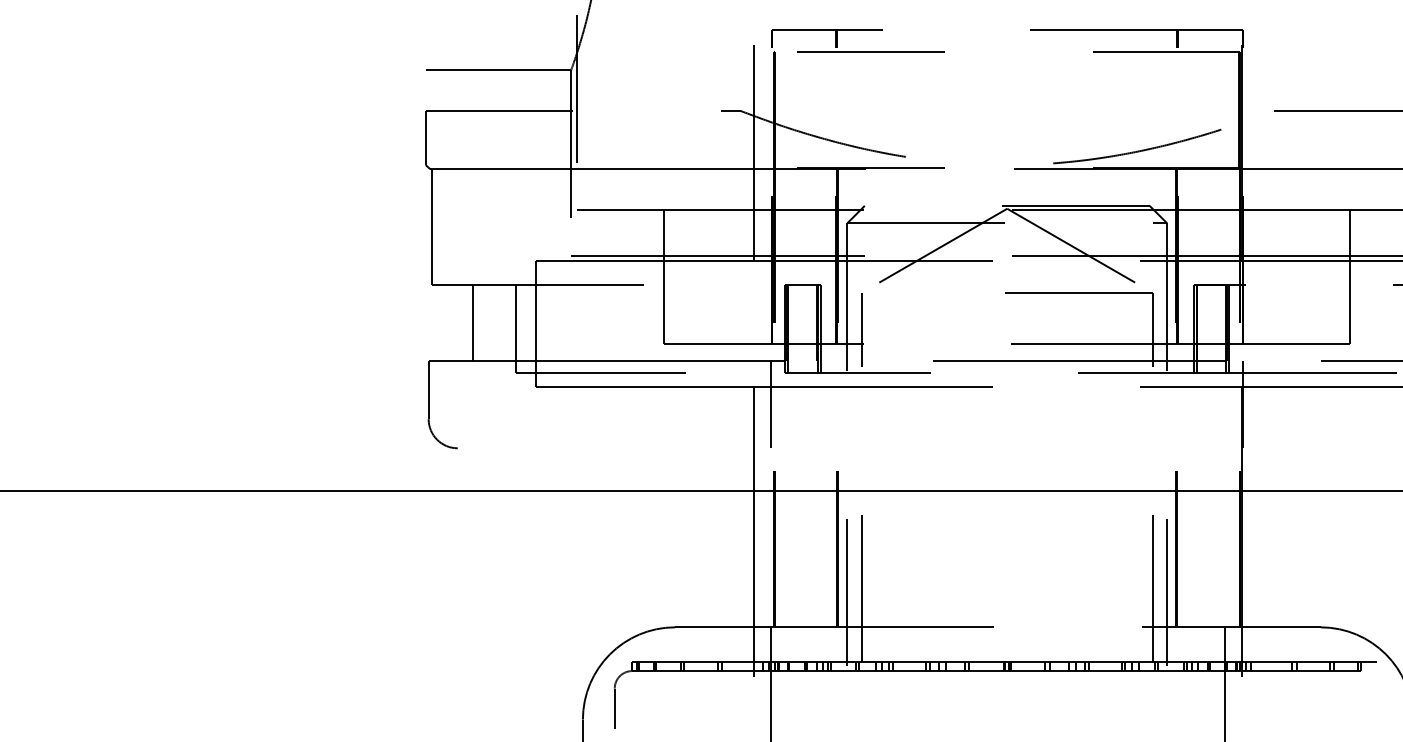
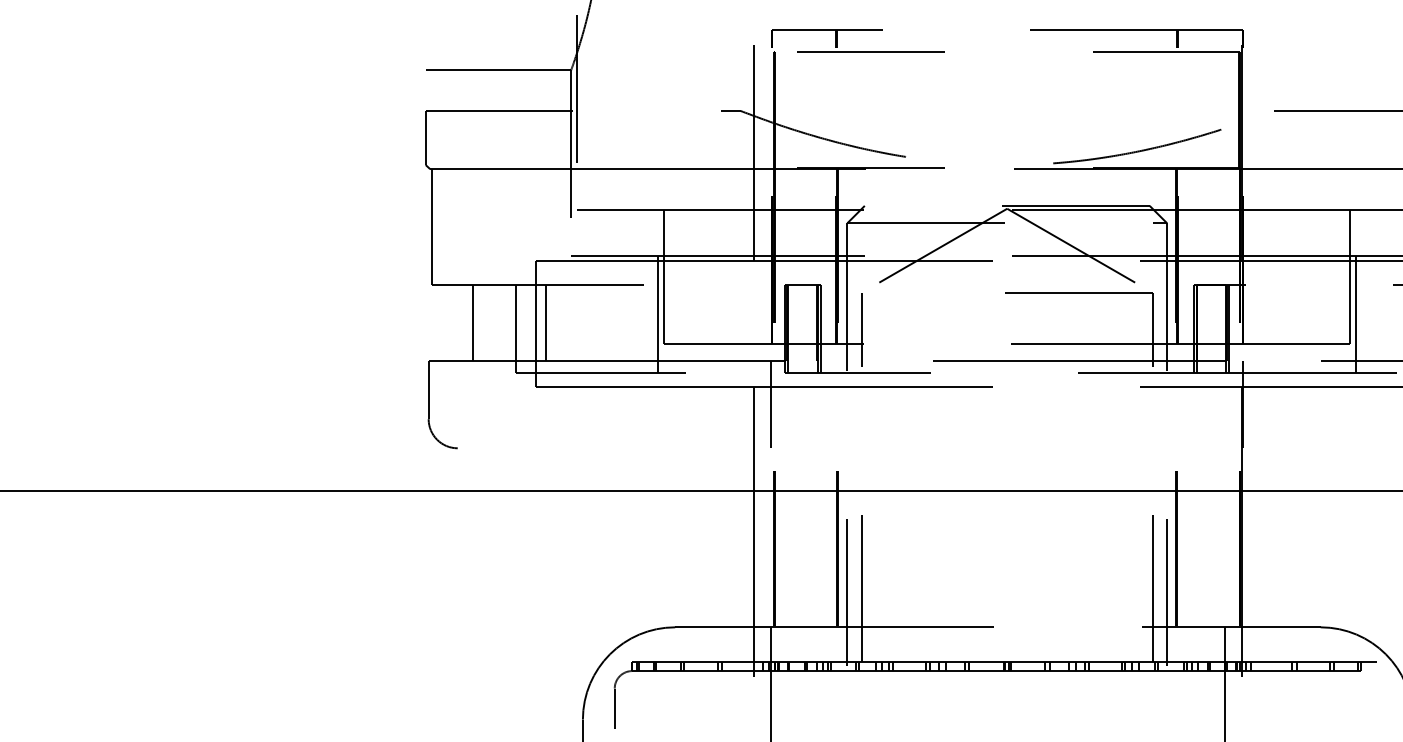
line at (658, 314): none -> present
line at (1356, 314): none -> present
line at (545, 323): none -> present
